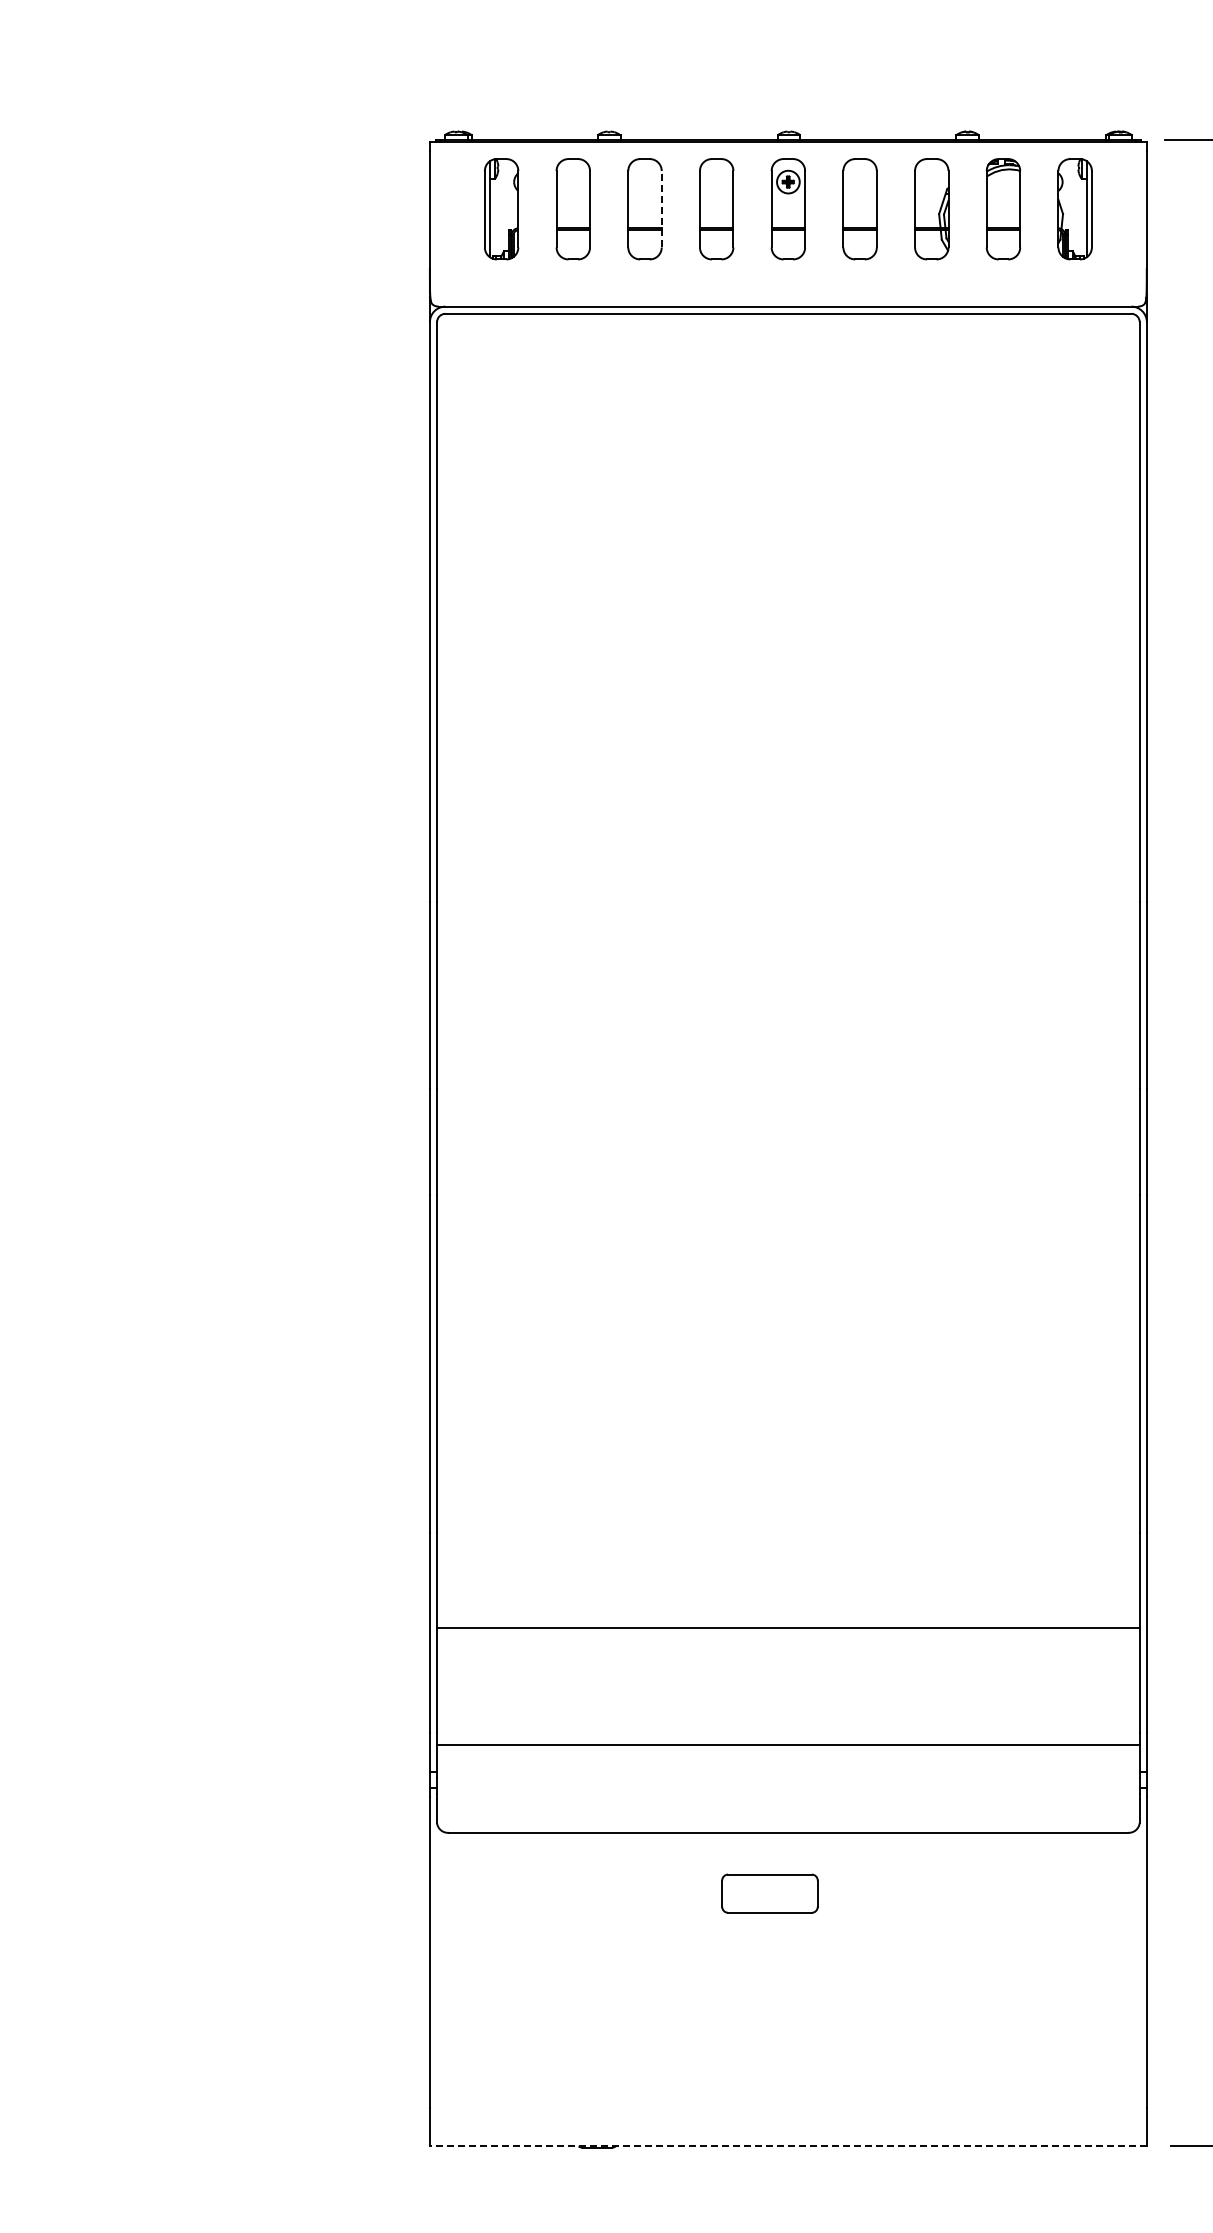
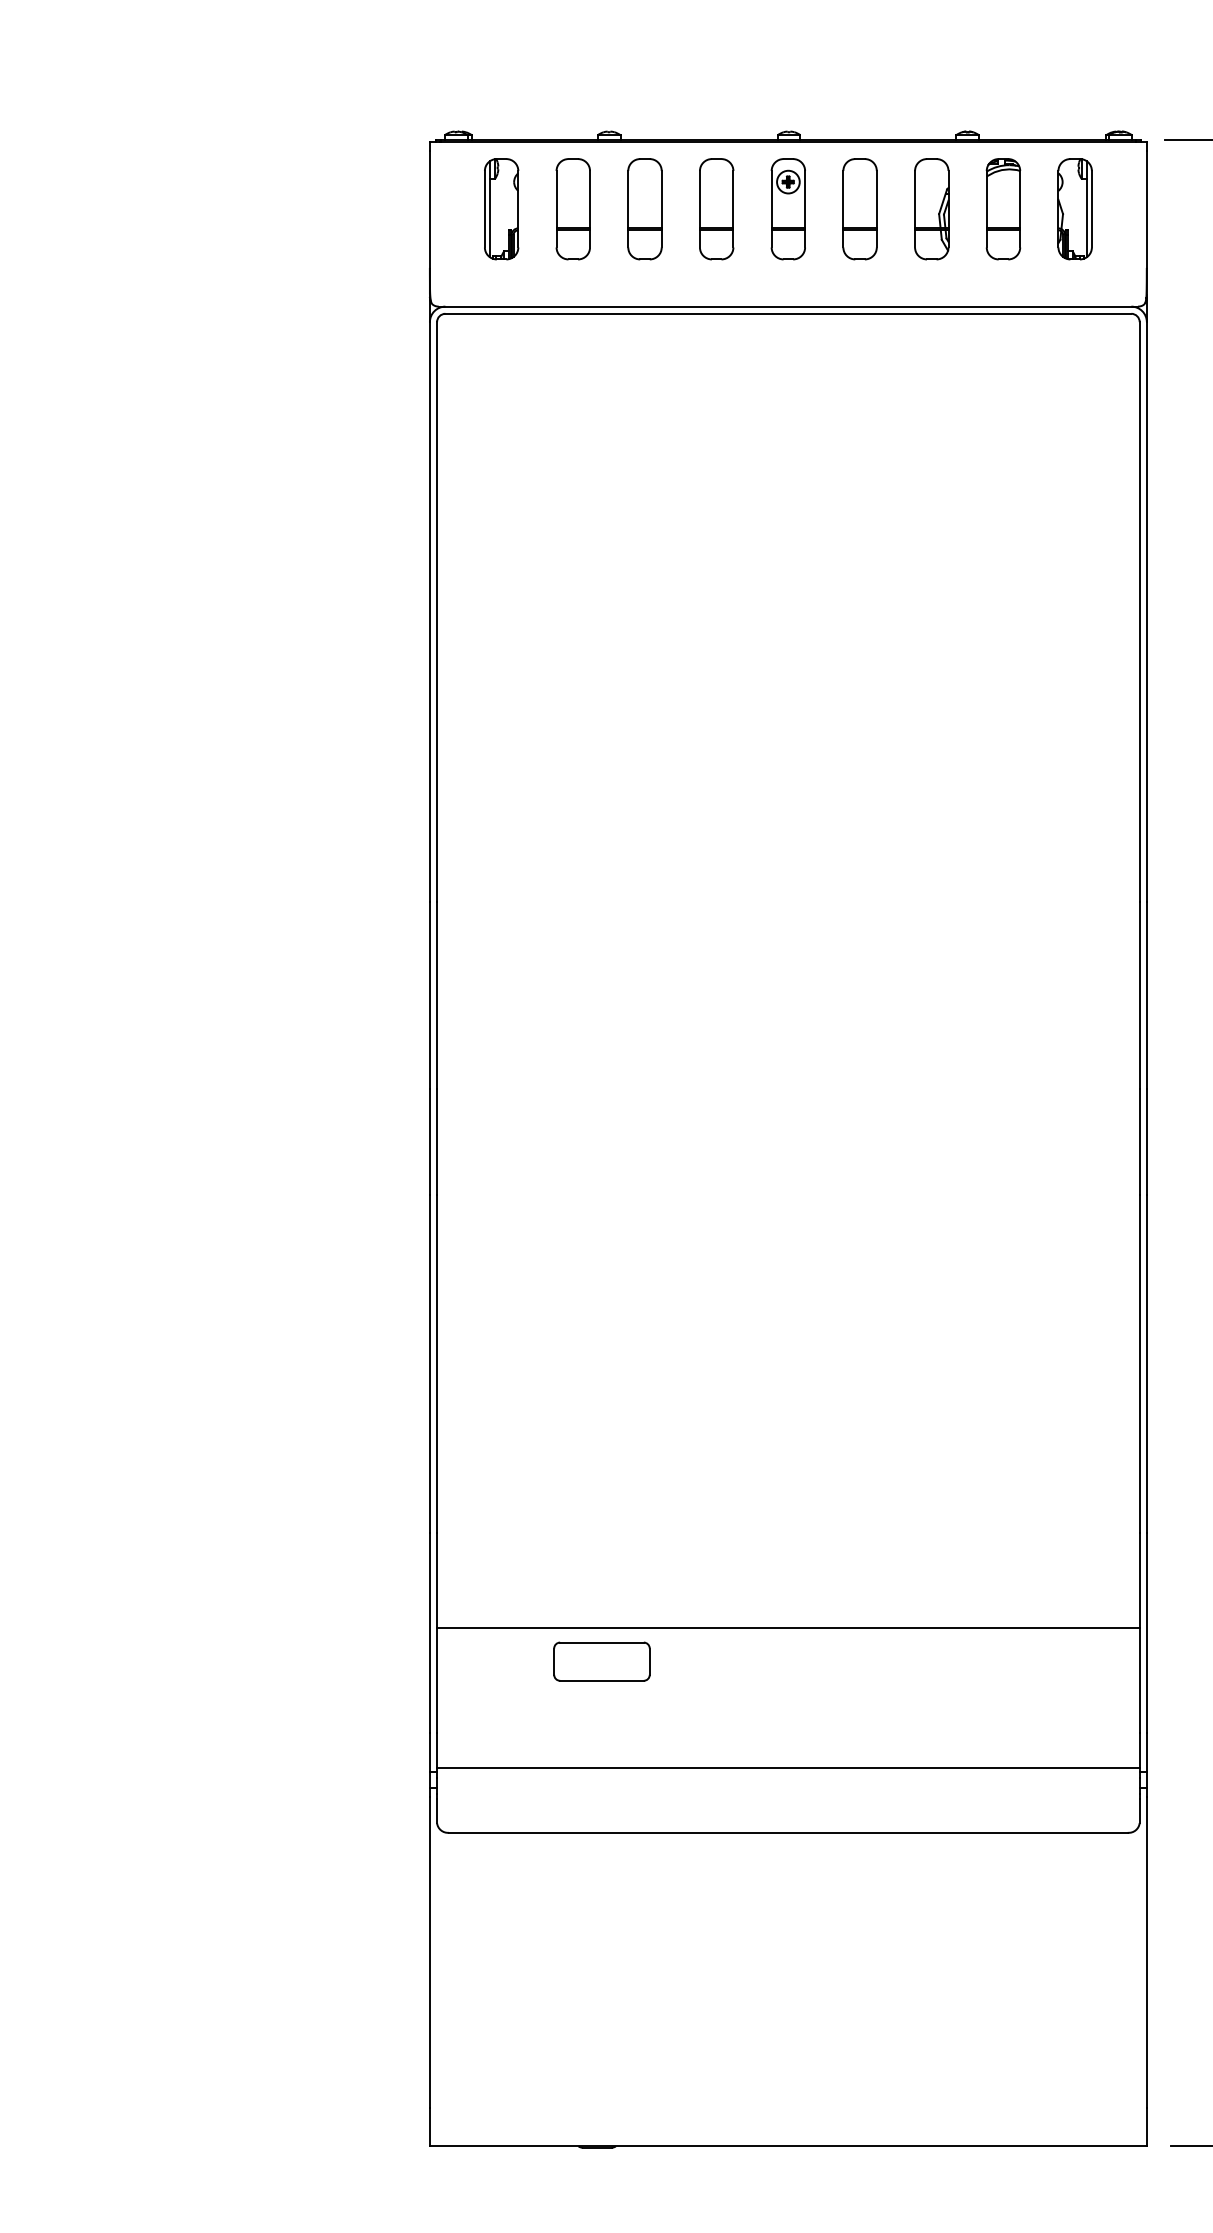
line at (661, 208): dashed -> solid
line at (788, 1745) position: (788, 1745) -> (788, 1768)
part at (769, 1893) position: (769, 1893) -> (601, 1661)
line at (787, 2146): dashed -> solid
